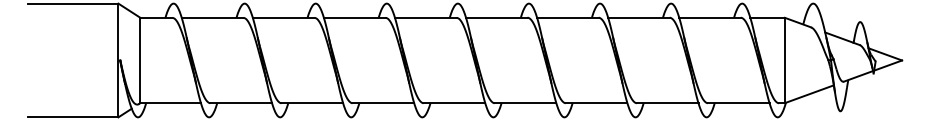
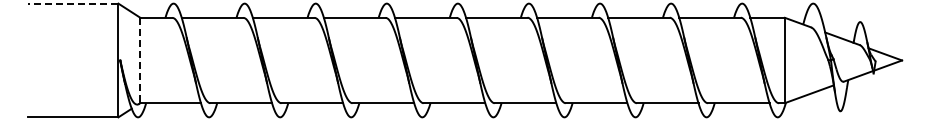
line at (72, 3): solid -> dashed
line at (140, 60): solid -> dashed
